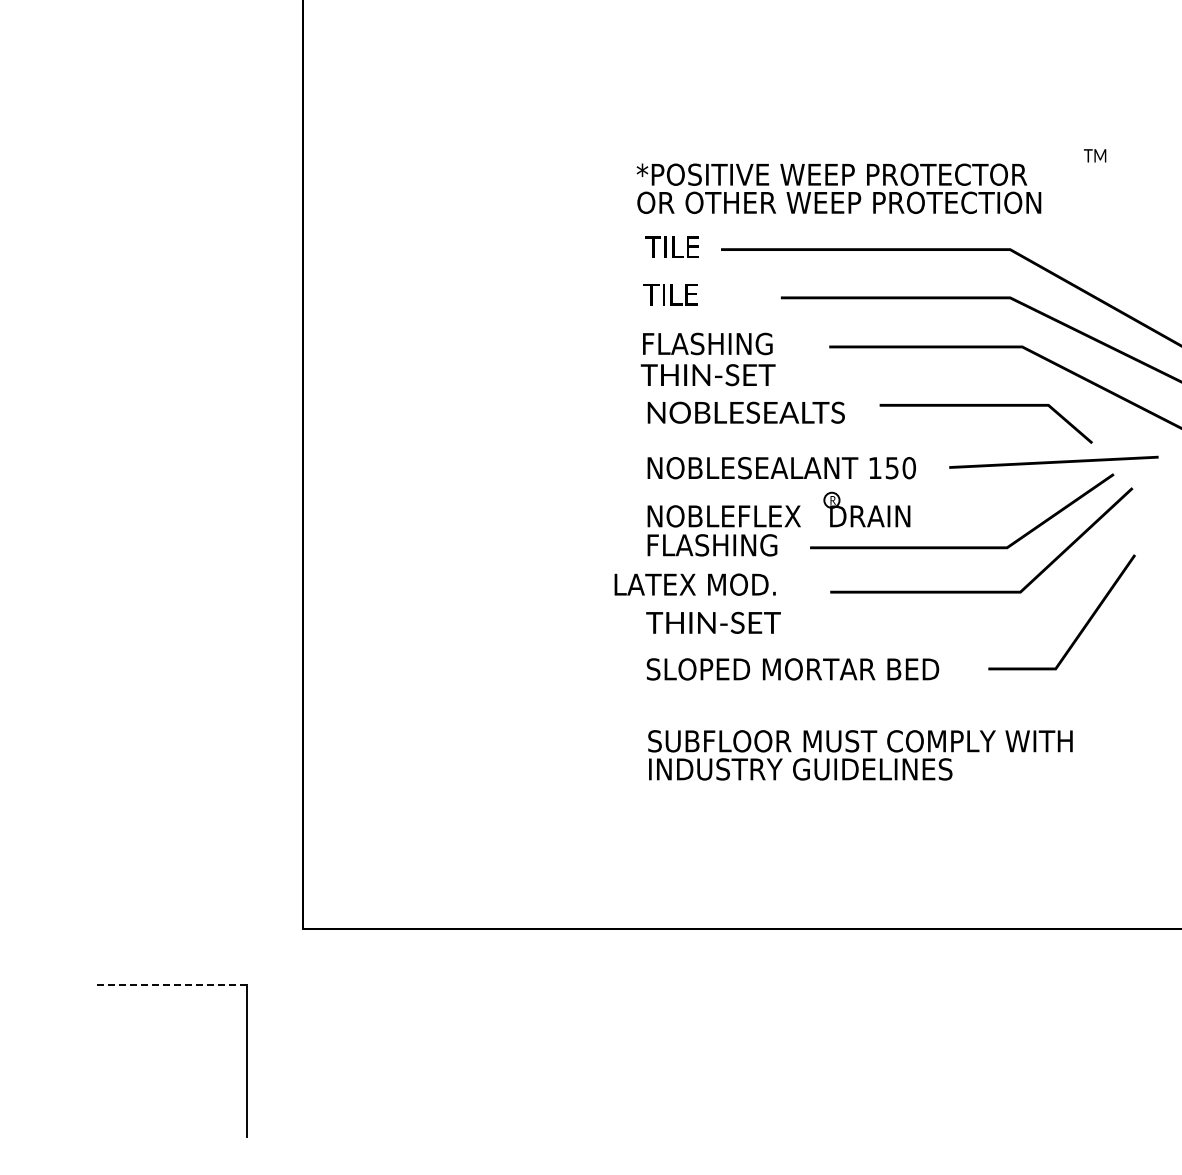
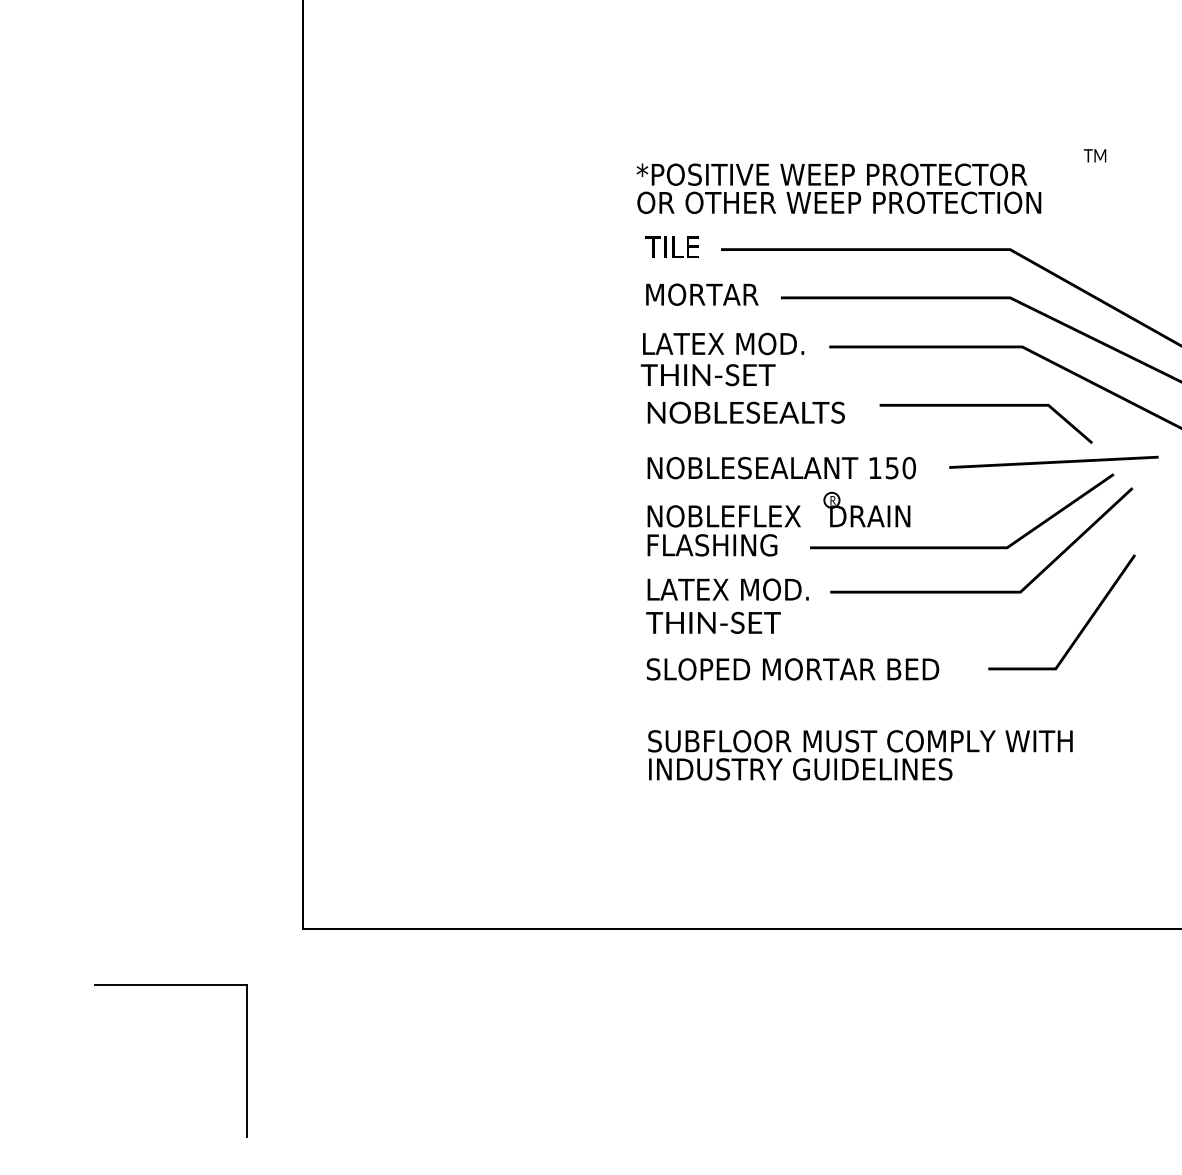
text at (700, 294): TILE -> MORTAR
text at (724, 343): FLASHING -> LATEX MOD.
text at (694, 584) position: (694, 584) -> (727, 589)
line at (170, 984): dashed -> solid
